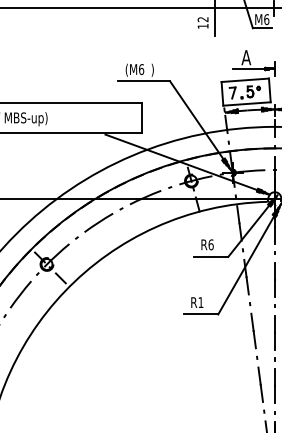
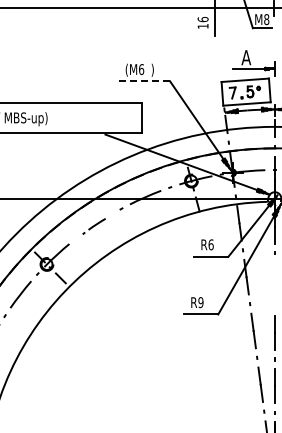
text at (202, 19): 12 -> 16
text at (266, 19): M6 -> M8
line at (144, 81): solid -> dashed
part at (94, 226) size: 39x27 px -> 24x17 px
line at (274, 284): present -> none
text at (200, 302): R1 -> R9
